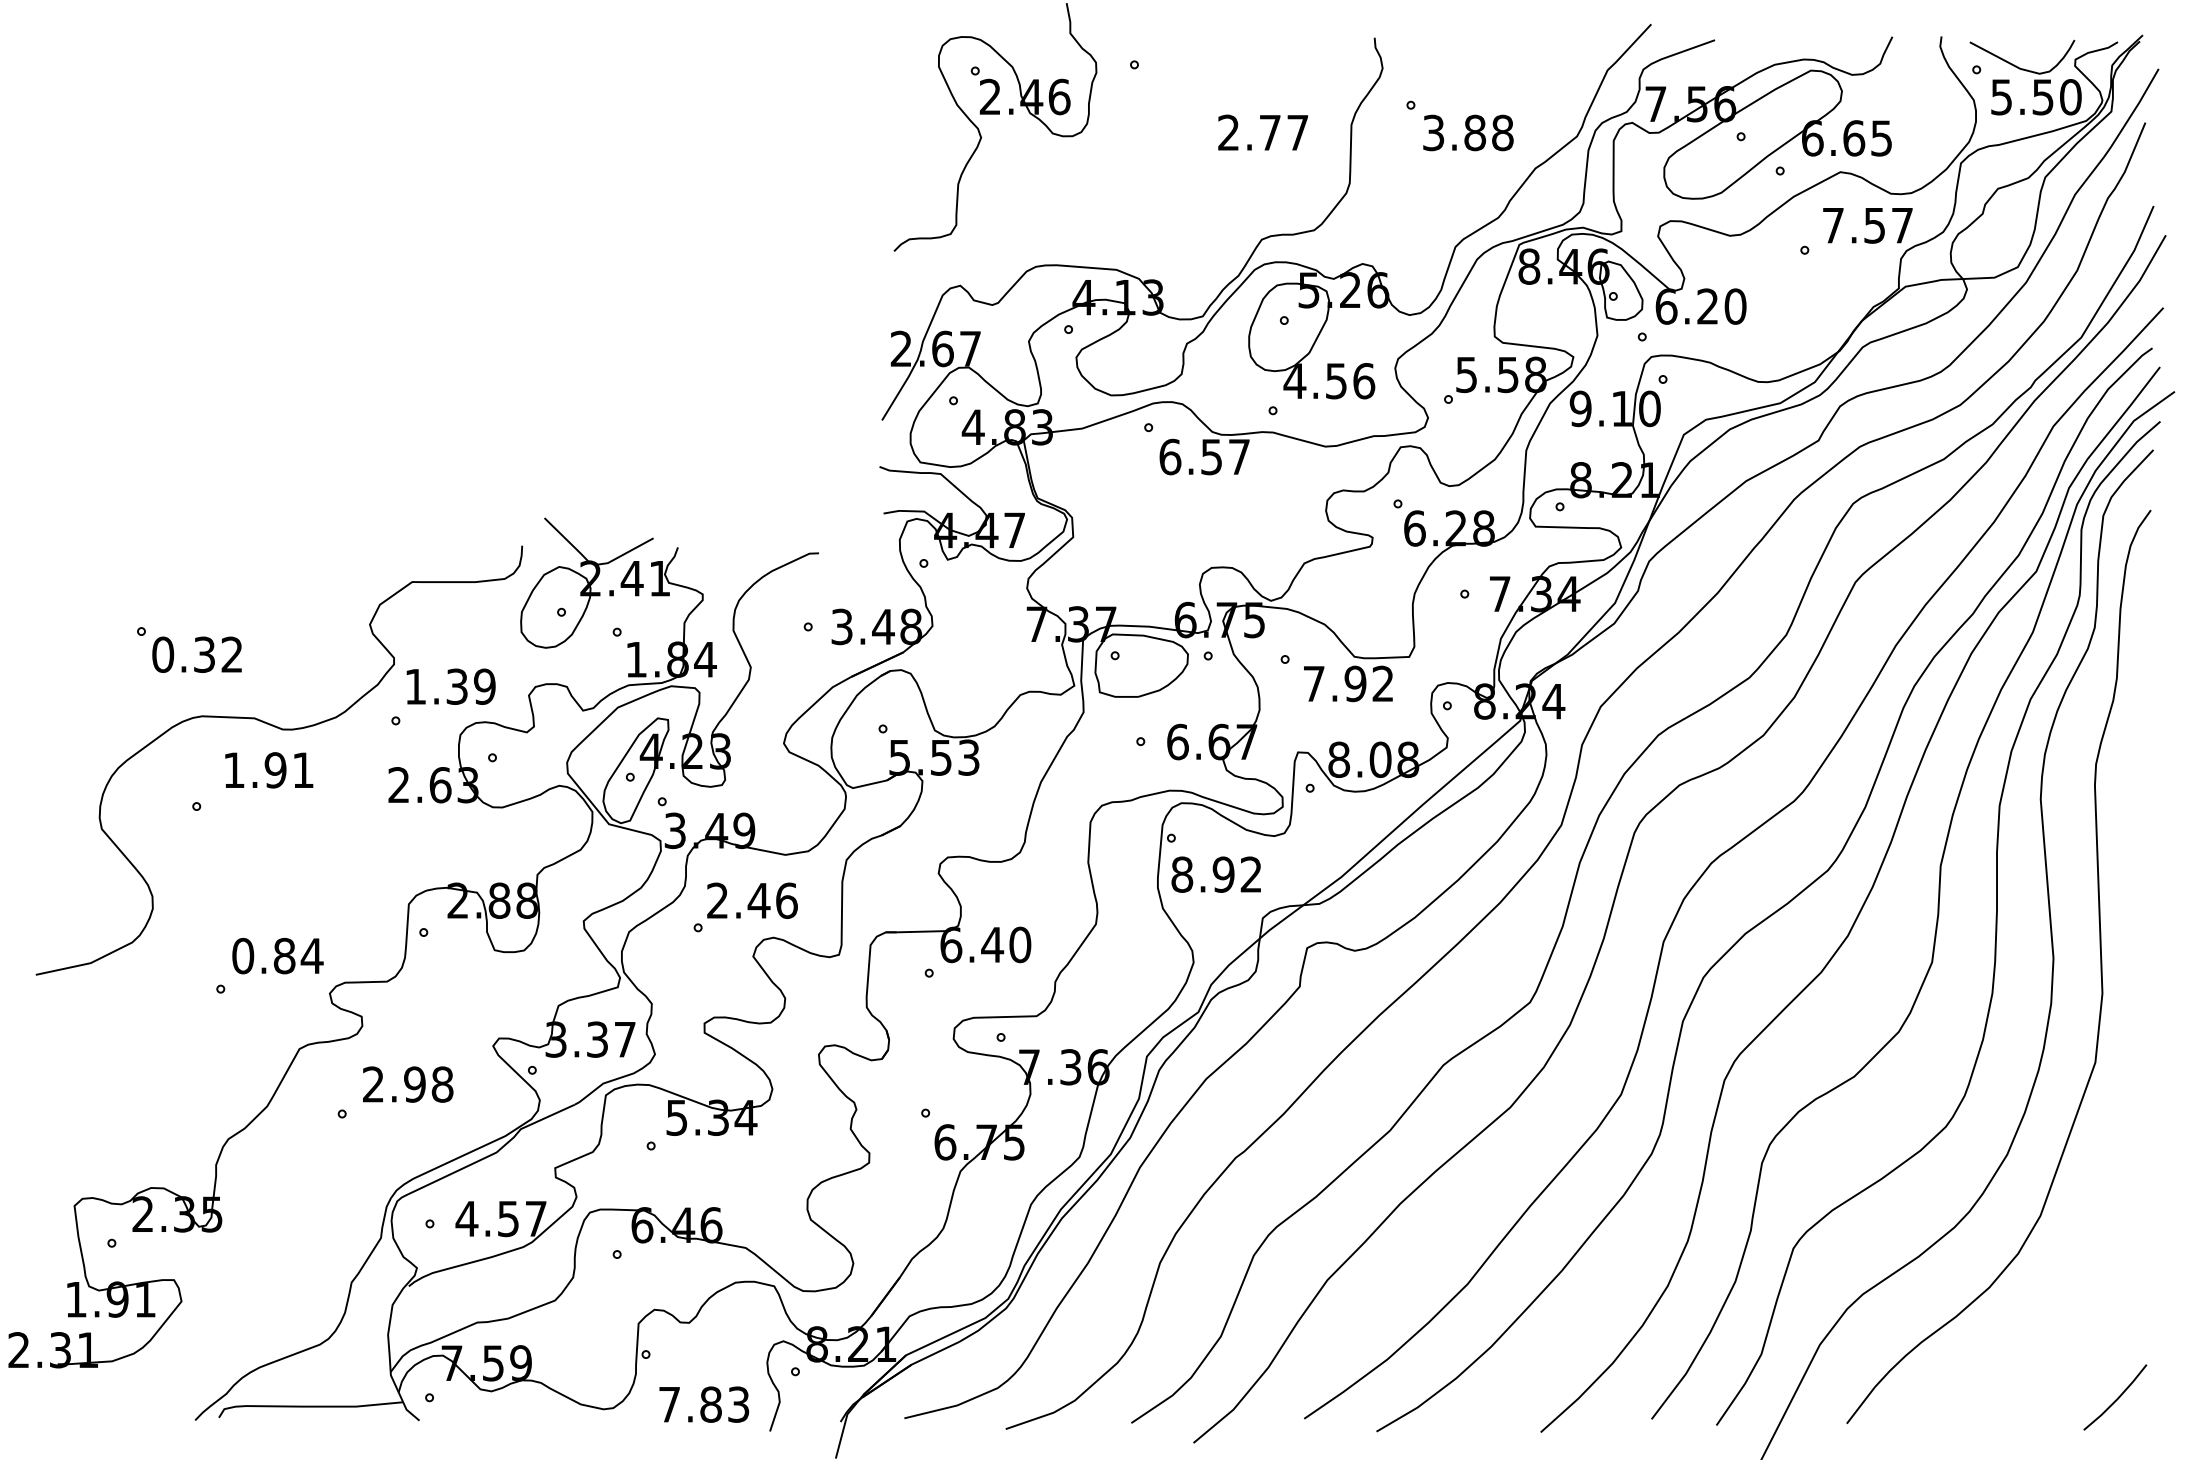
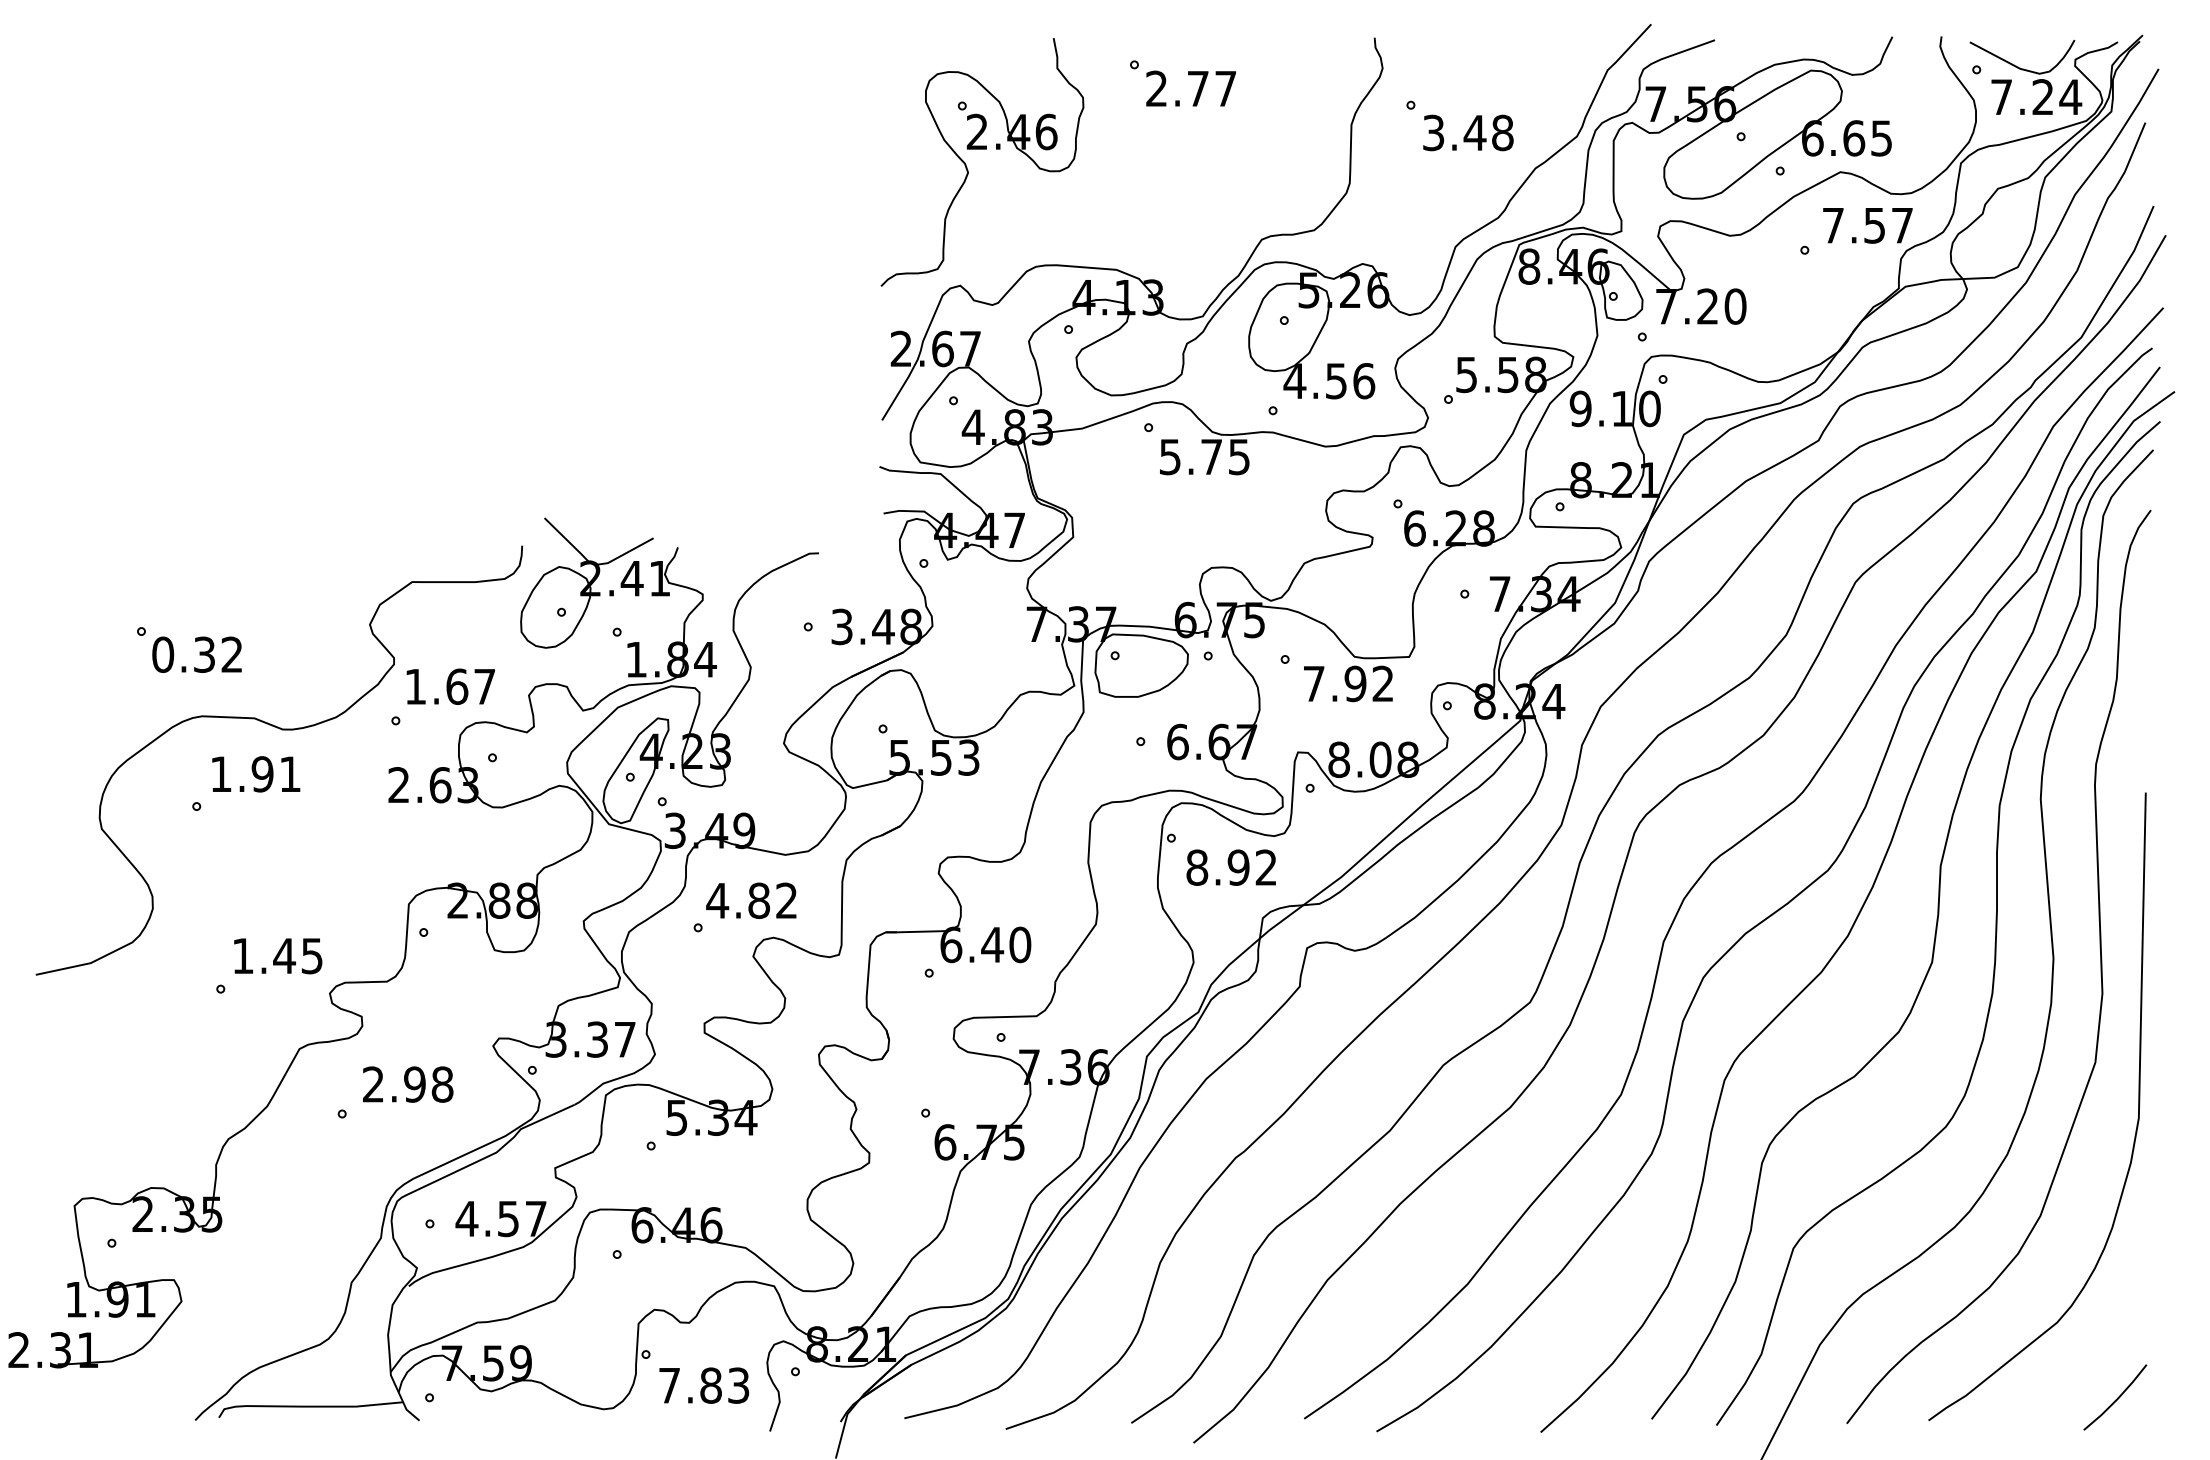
text at (2036, 97): 5.50 -> 7.24
part at (995, 114) position: (995, 114) -> (982, 149)
text at (1262, 132) position: (1262, 132) -> (1190, 88)
text at (1474, 132): 3.88 -> 3.48
text at (1666, 306): 6.20 -> 7.20
text at (1204, 456): 6.57 -> 5.75
text at (470, 686): 1.39 -> 1.67
text at (269, 770) position: (269, 770) -> (256, 774)
text at (1215, 874) position: (1215, 874) -> (1230, 867)
text at (751, 900): 2.46 -> 4.82
text at (277, 955): 0.84 -> 1.45
curve at (2136, 1124): none -> present
text at (704, 1404) position: (704, 1404) -> (704, 1385)
